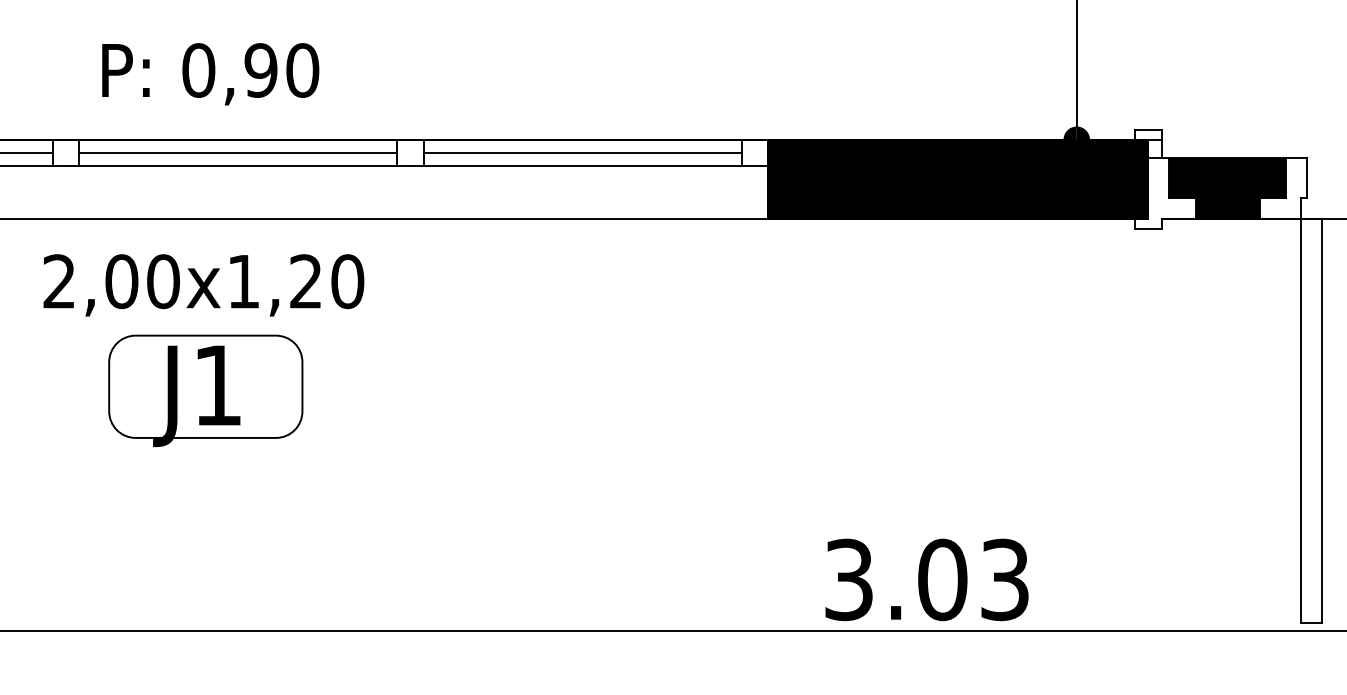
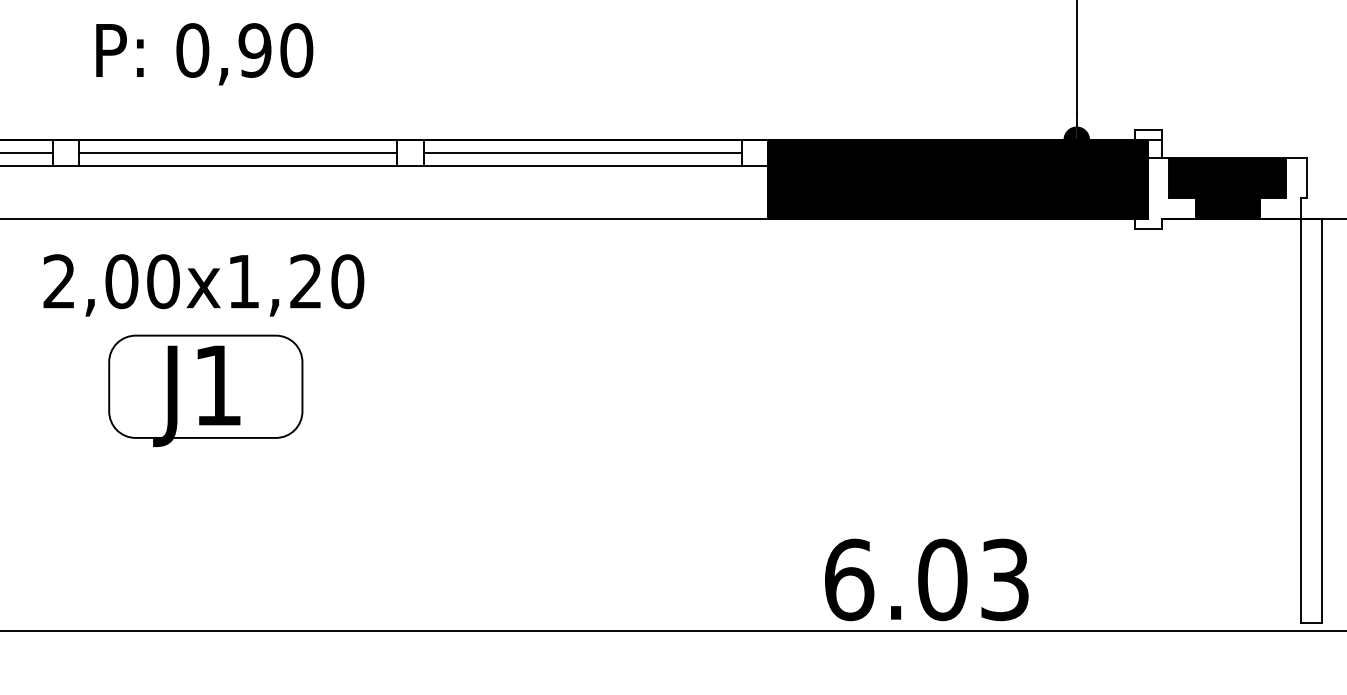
text at (210, 74) position: (210, 74) -> (204, 54)
text at (849, 579): 3.03 -> 6.03
